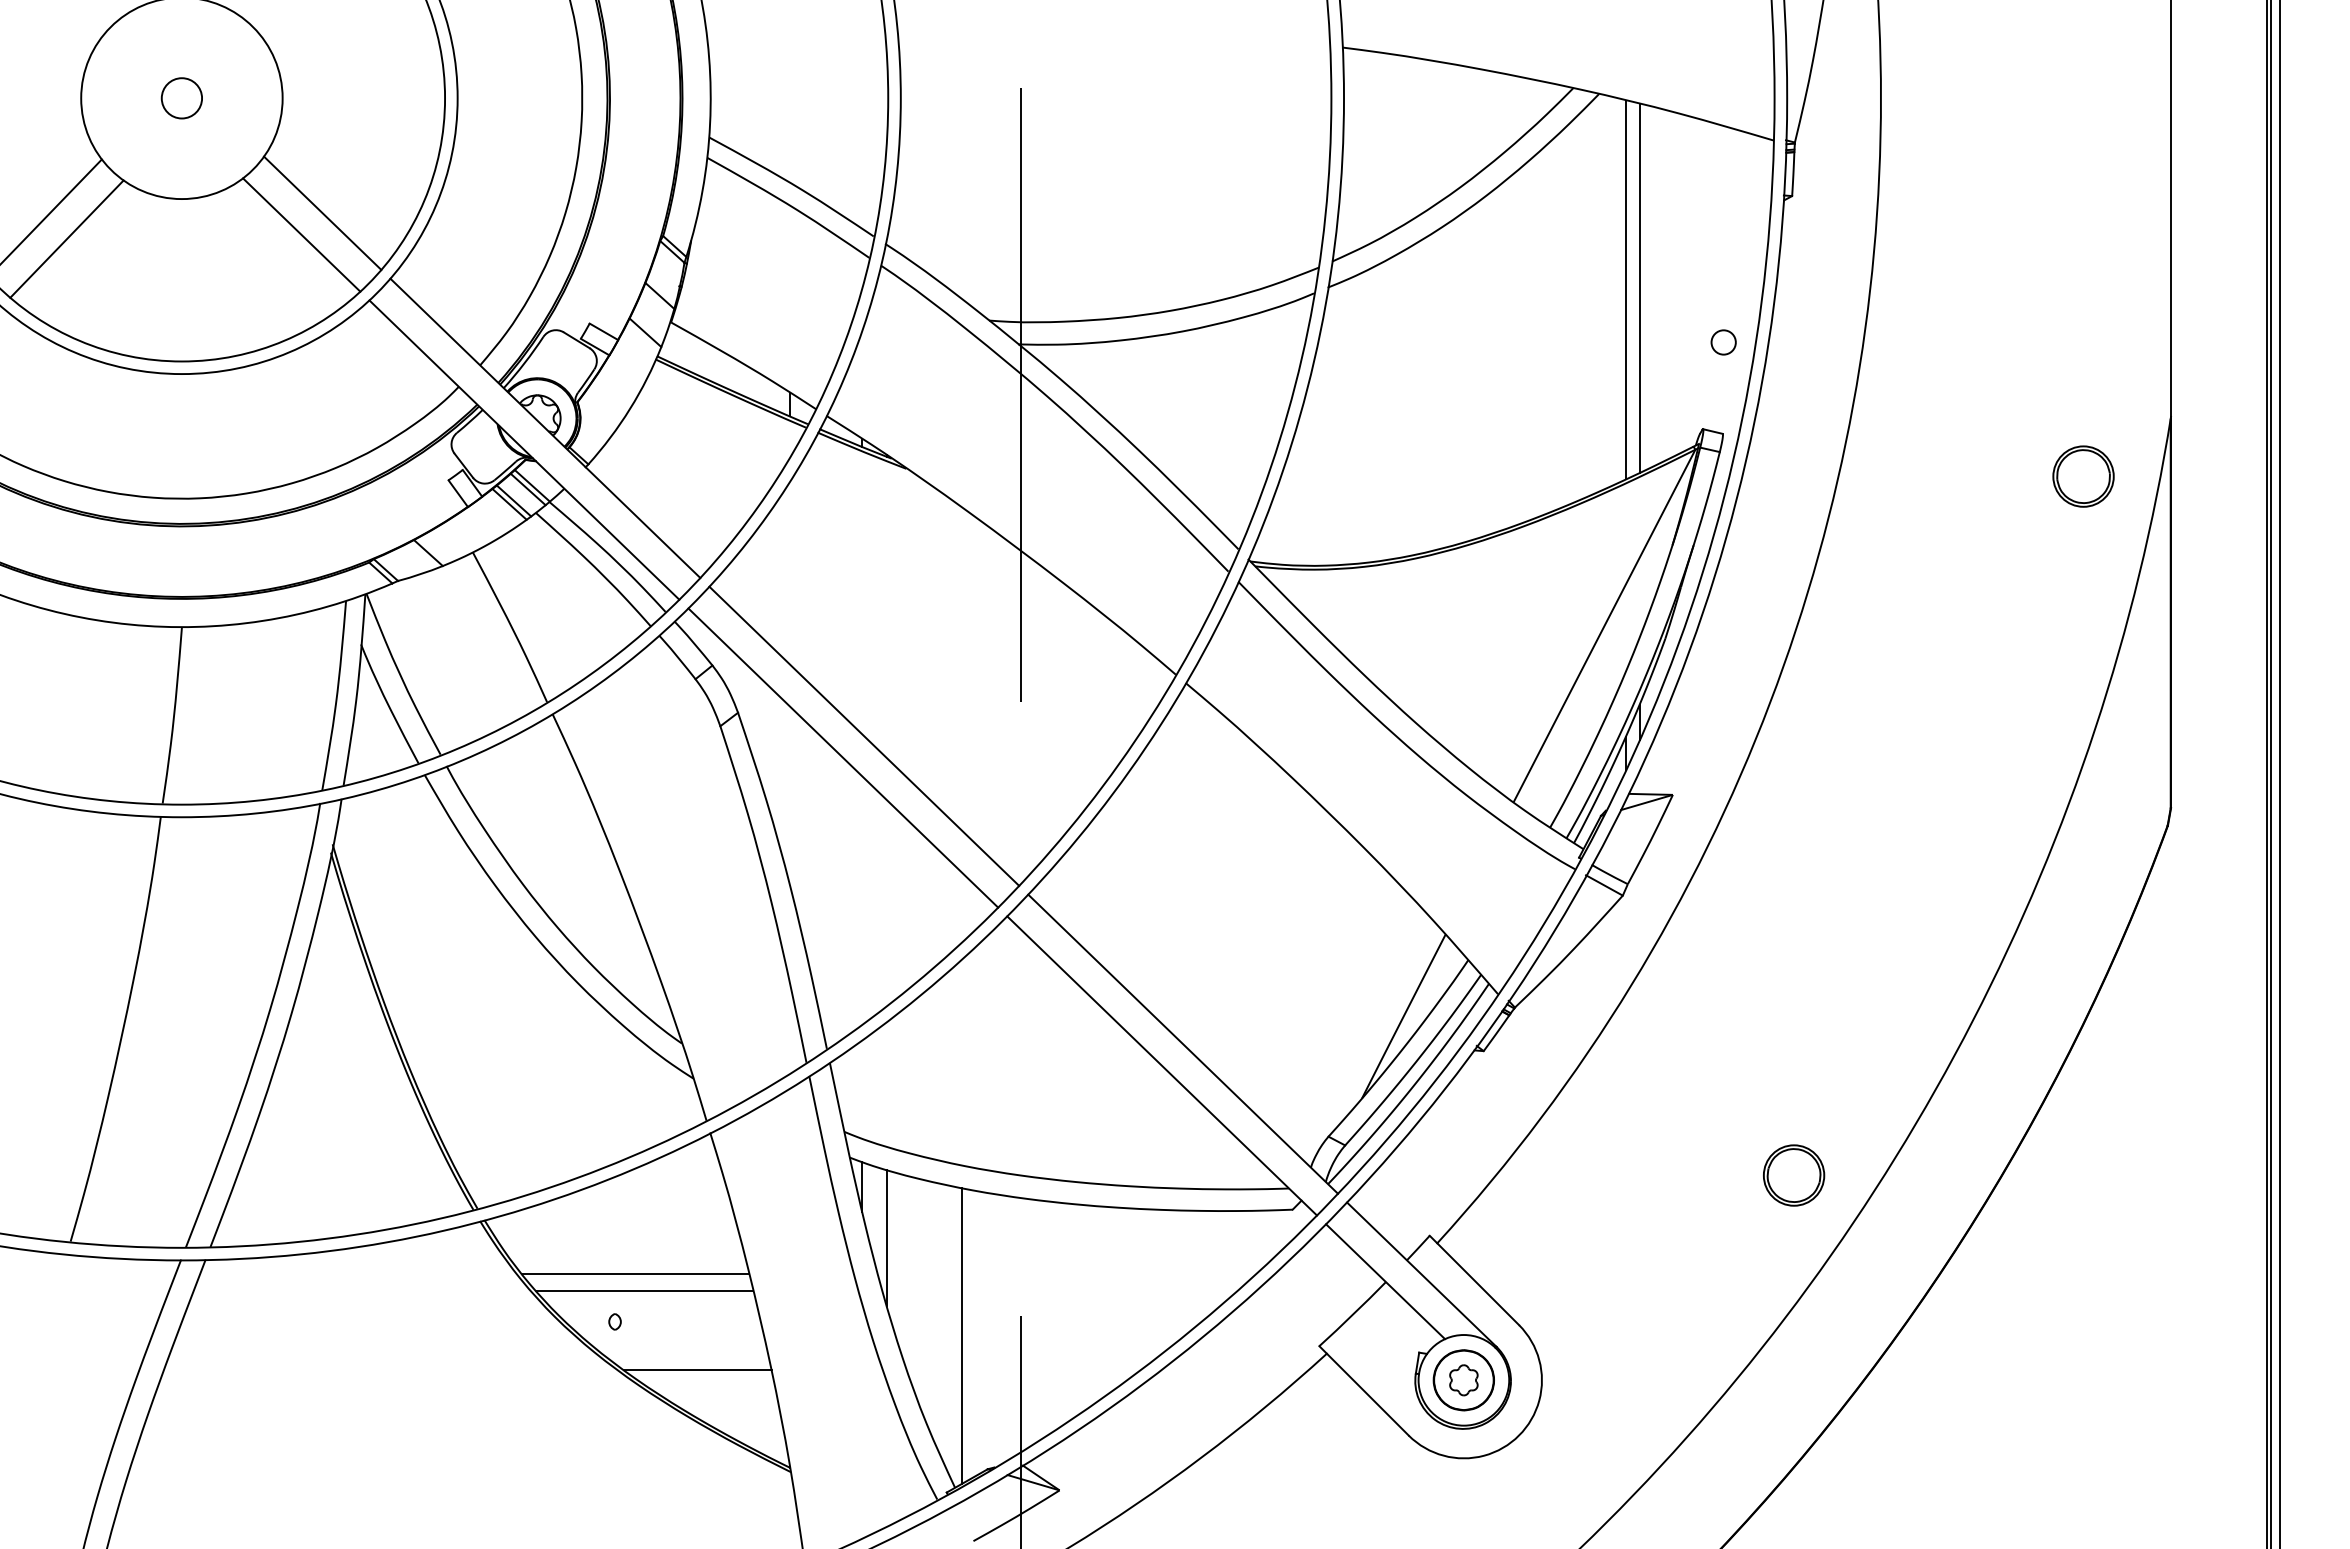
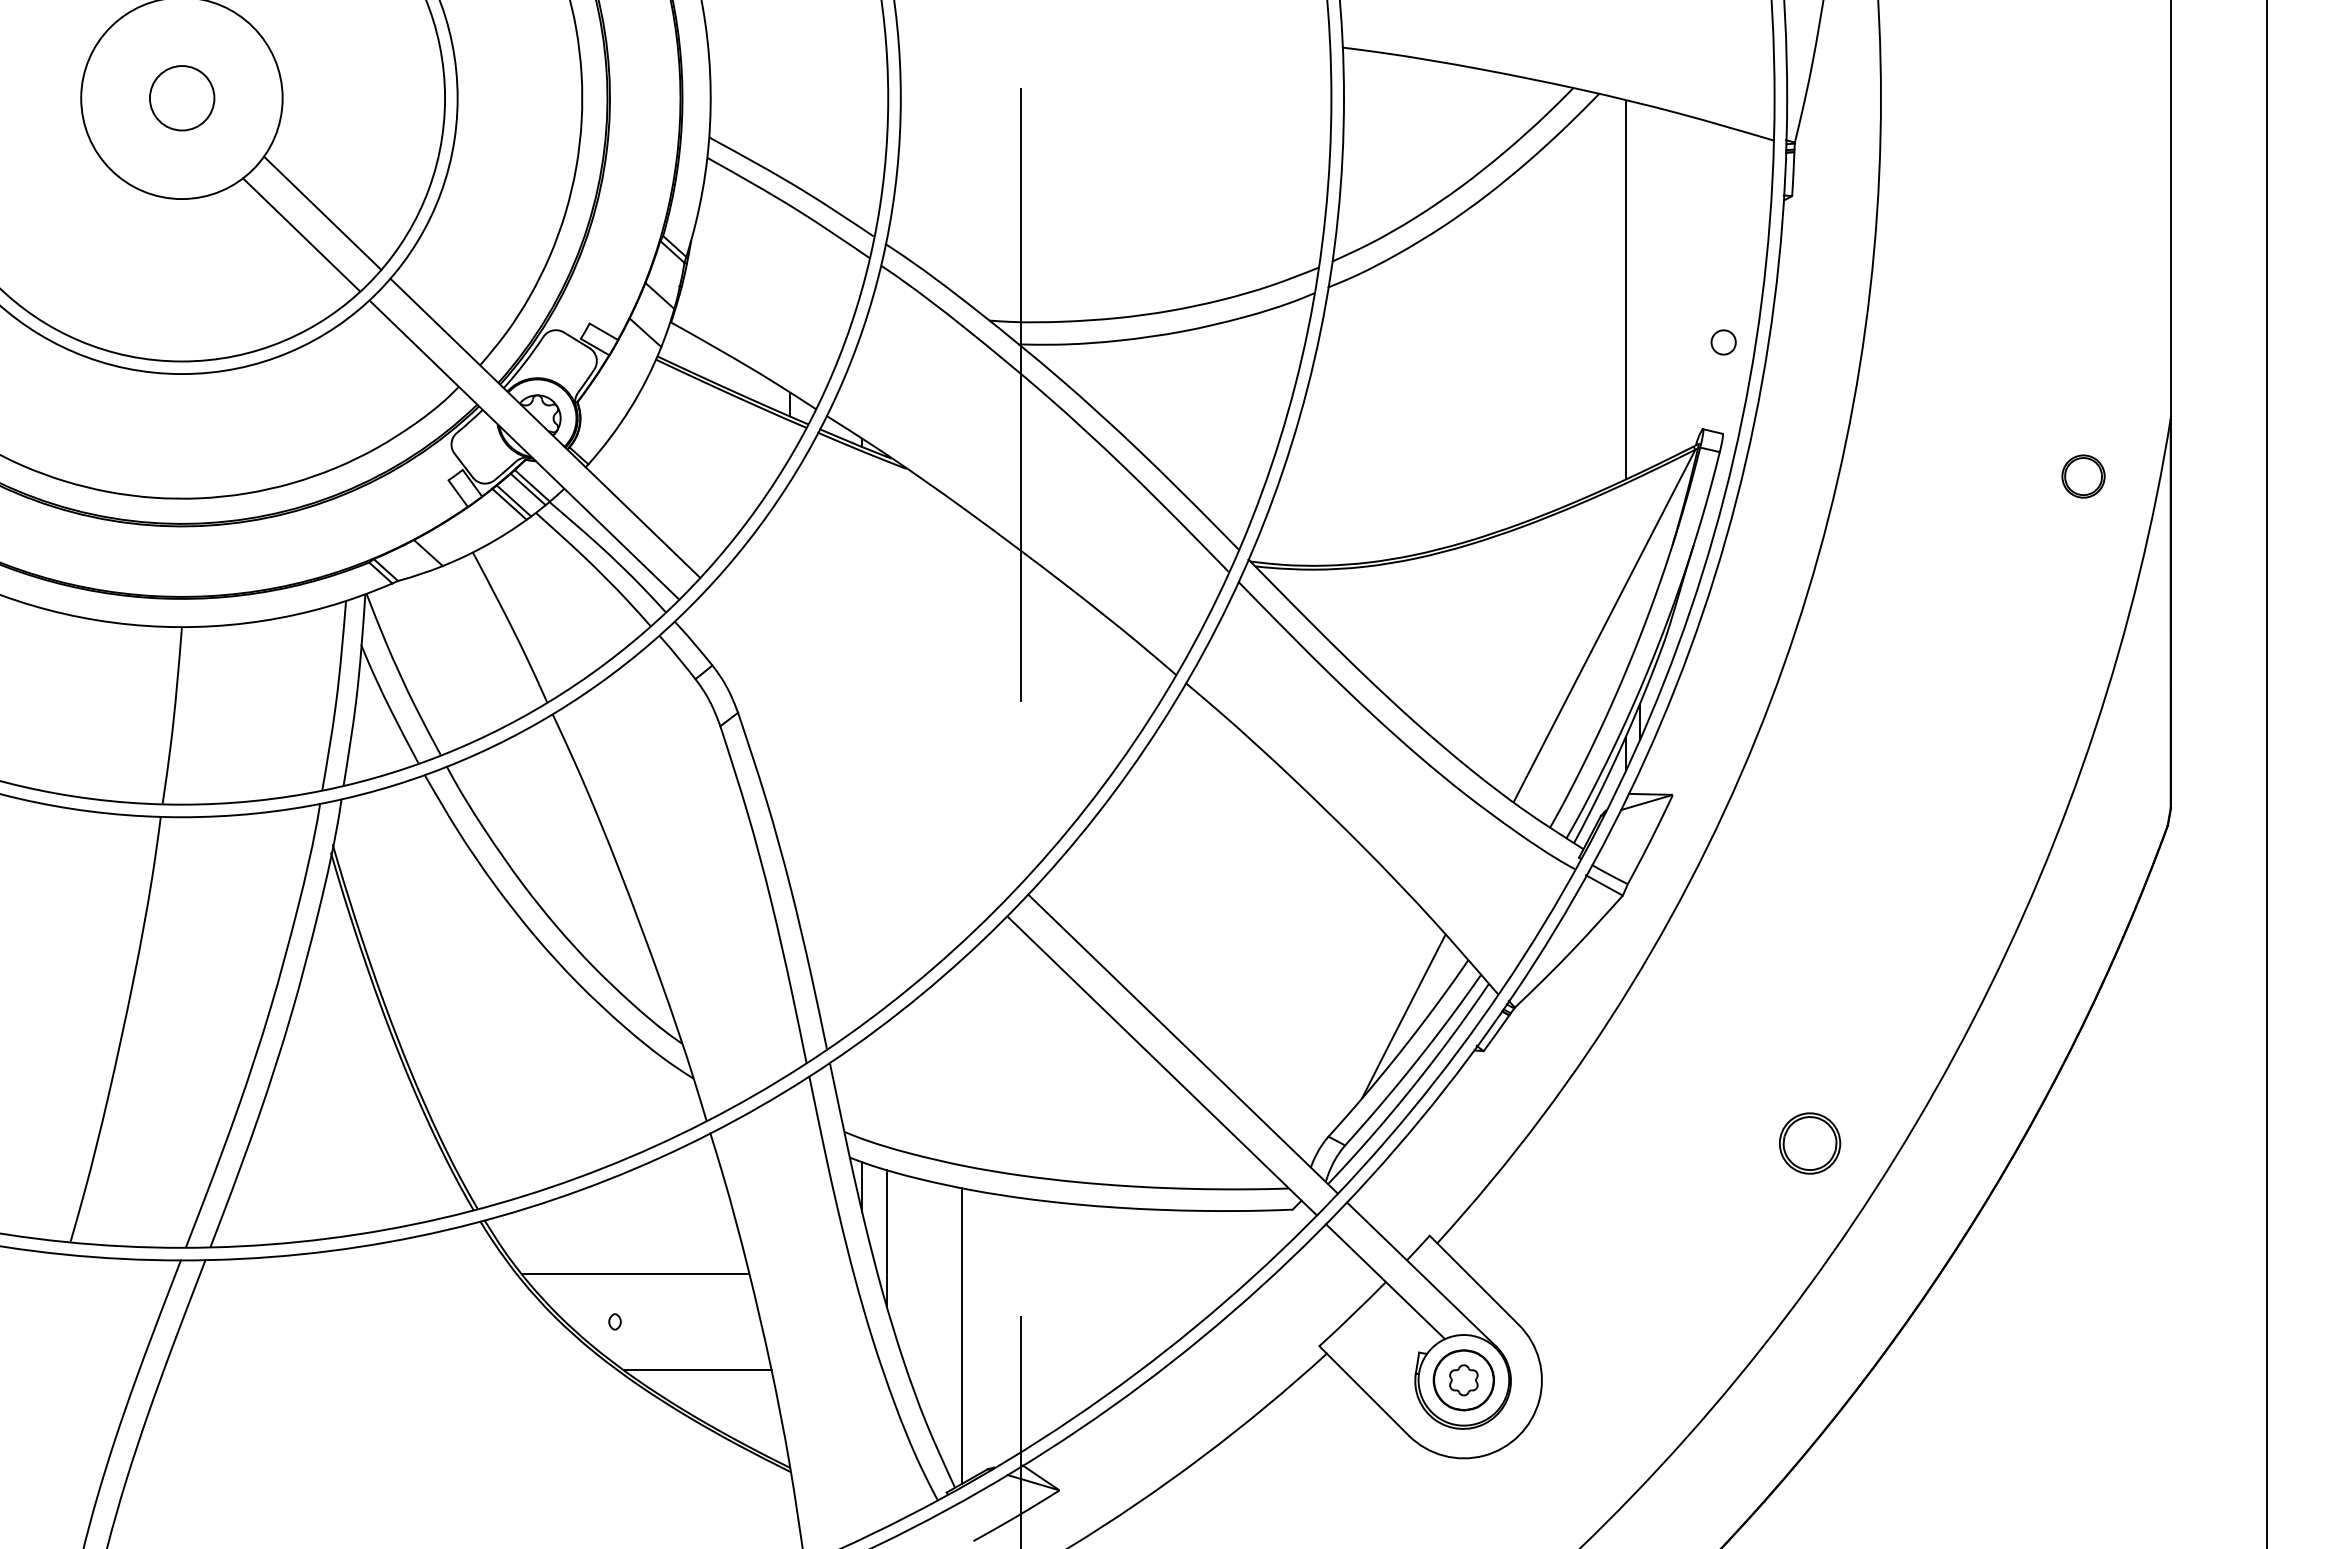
circle at (181, 98) size: 43x43 px -> 67x67 px
line at (51, 210): present -> none
line at (66, 238): present -> none
line at (1639, 288): present -> none
part at (2083, 476) size: 63x63 px -> 45x45 px
line at (864, 735): present -> none
line at (843, 757): present -> none
line at (2270, 773): present -> none
line at (2279, 773): present -> none
part at (1794, 1175) position: (1794, 1175) -> (1810, 1143)
line at (644, 1291): present -> none
